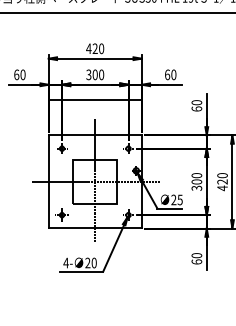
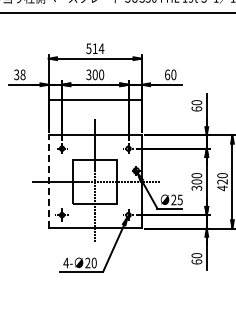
text at (95, 48): 420 -> 514
text at (19, 74): 60 -> 38
line at (48, 181): solid -> dashed
